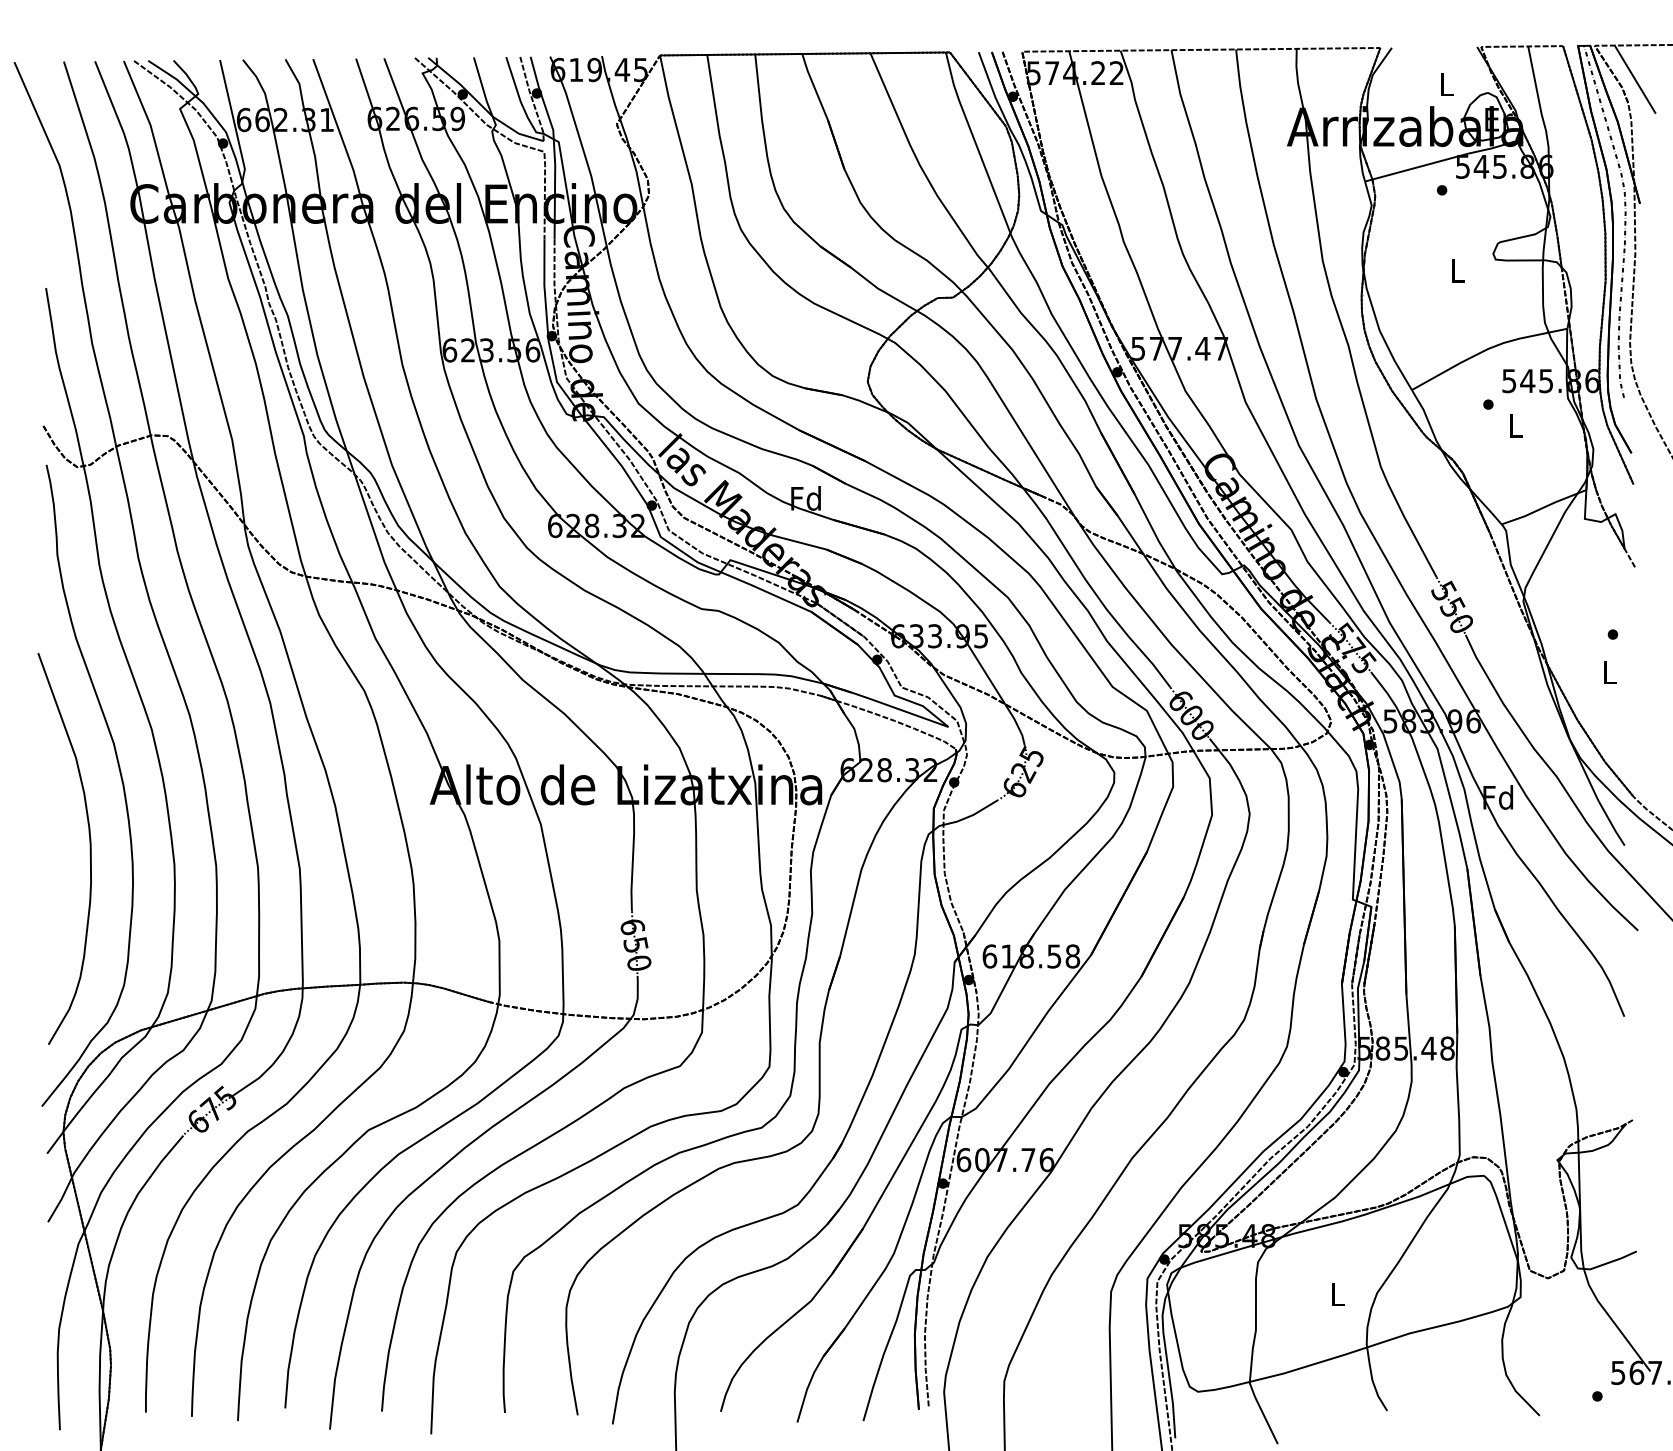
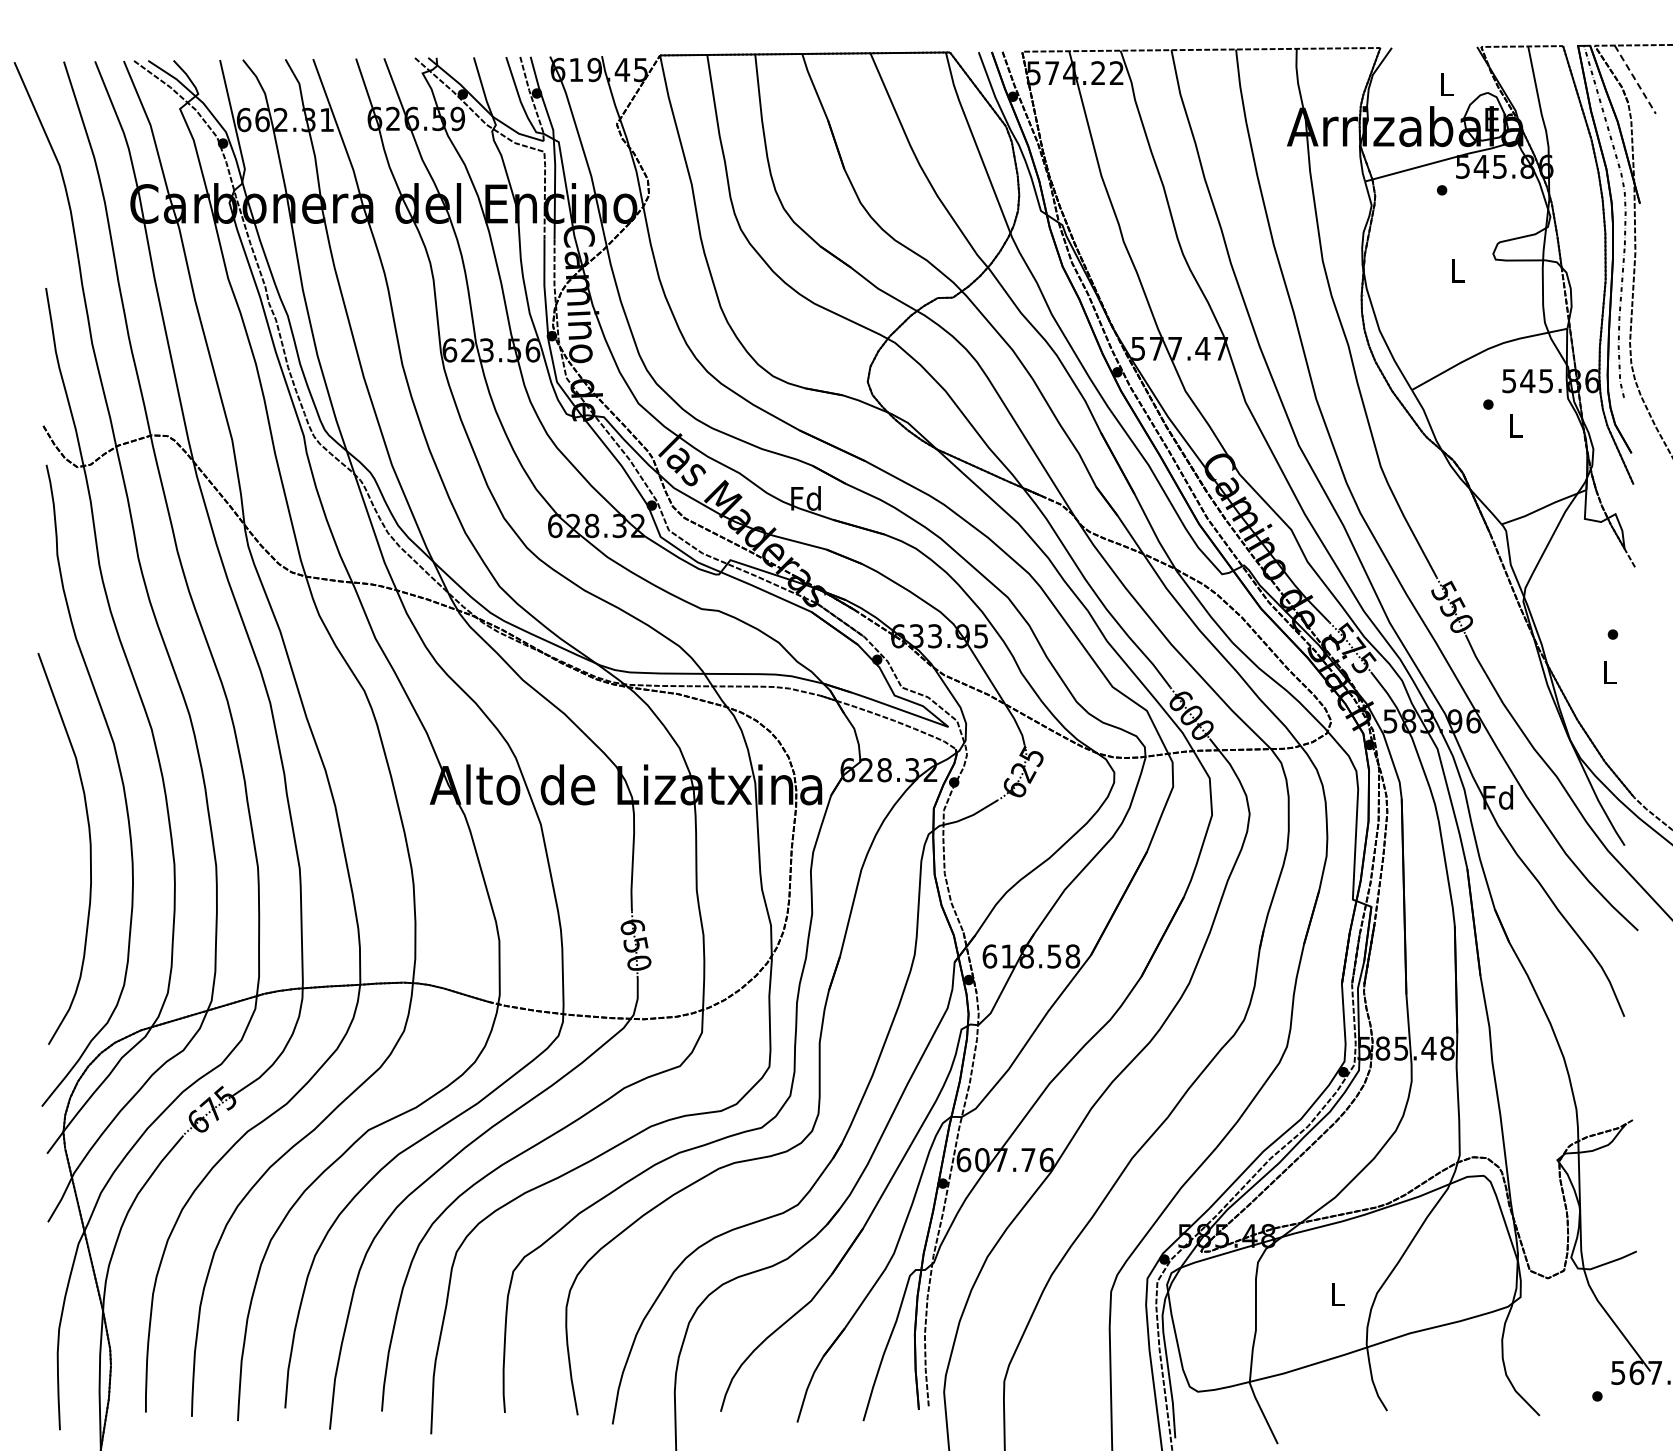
line at (1635, 79): solid -> dashed
